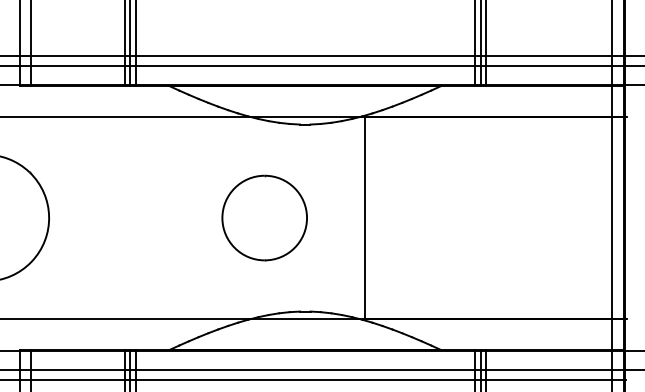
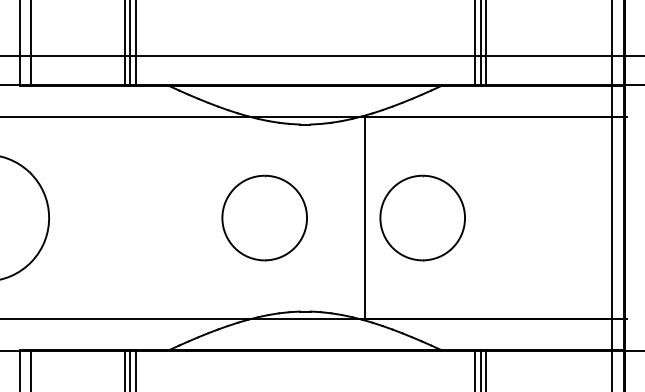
line at (321, 65): present -> none
part at (422, 217): none -> present
line at (321, 370): present -> none
line at (313, 379): present -> none
